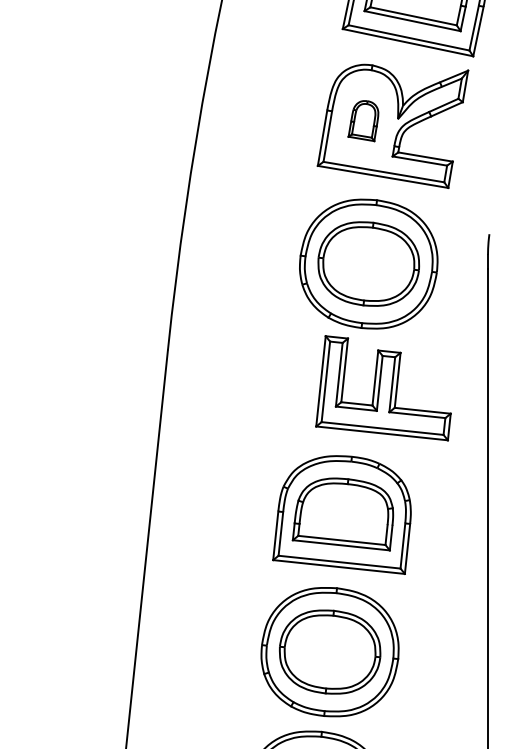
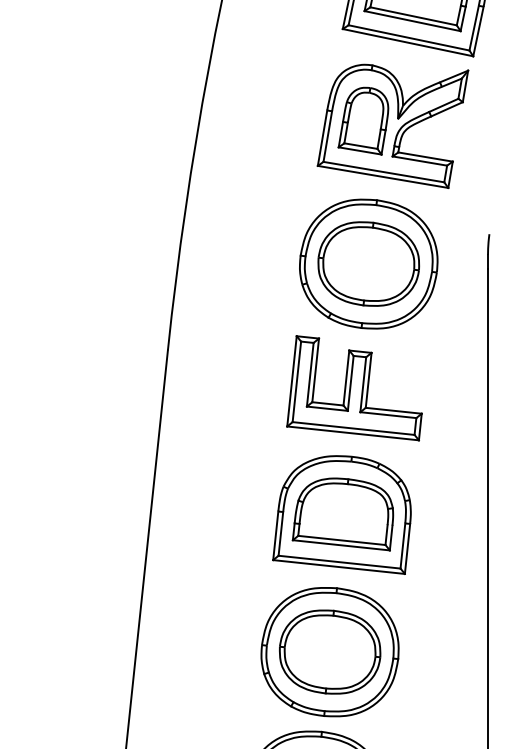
part at (363, 121) size: 33x43 px -> 53x70 px
part at (383, 388) position: (383, 388) -> (354, 388)
